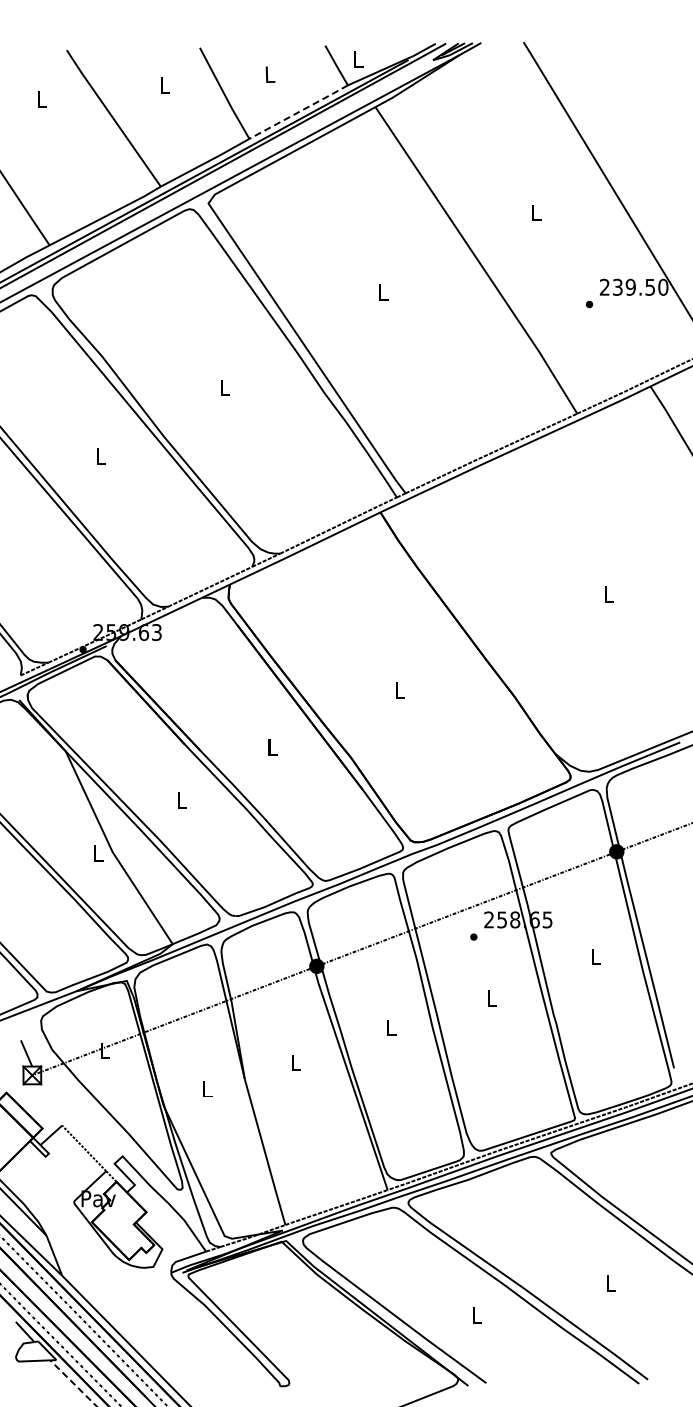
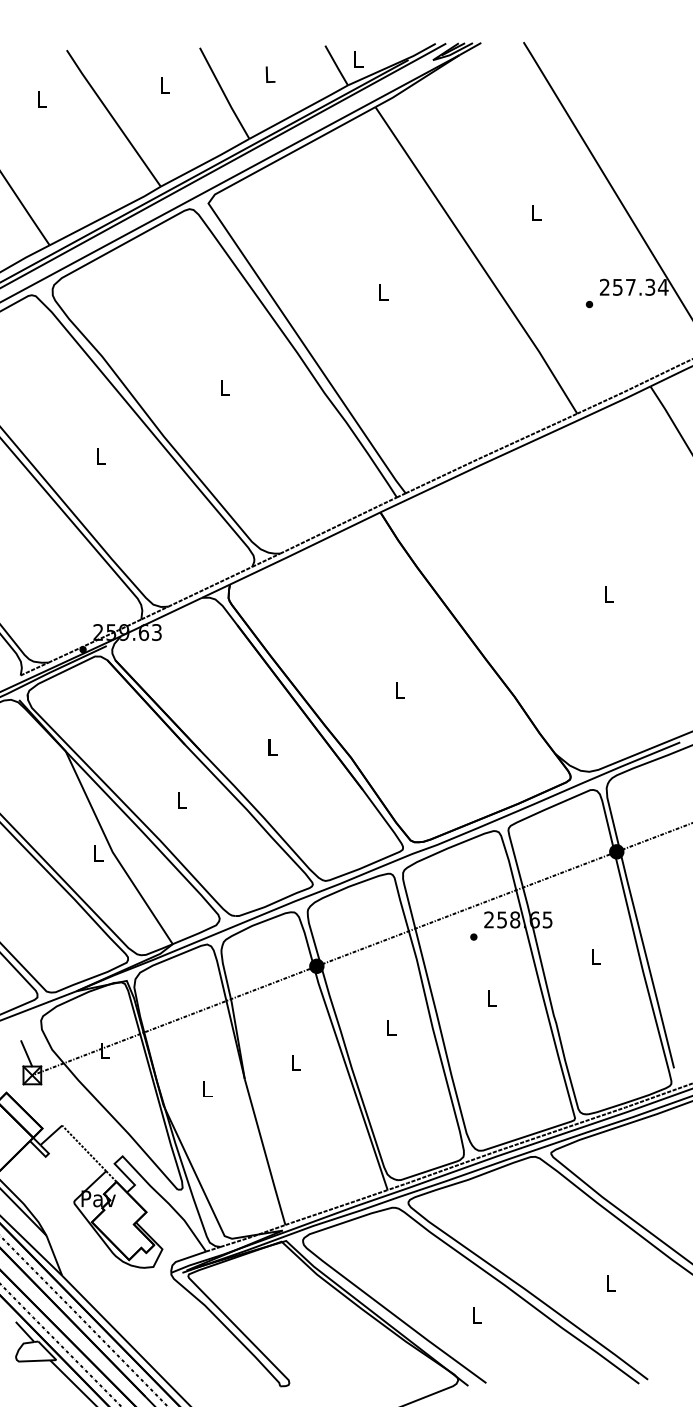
line at (299, 111): dashed -> solid
text at (640, 286): 239.50 -> 257.34
line at (73, 1383): dashed -> solid
